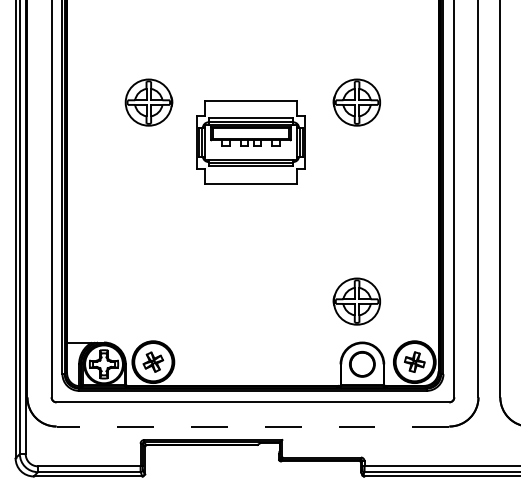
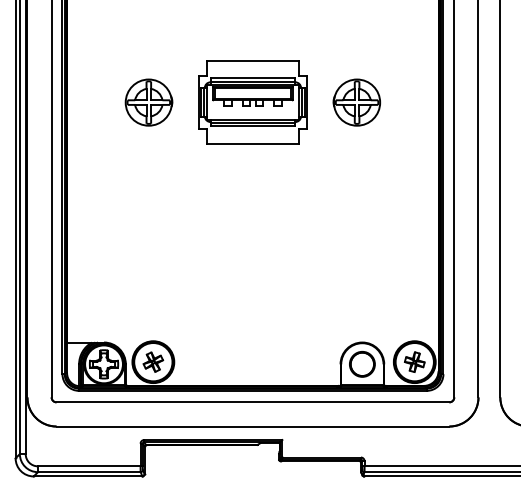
part at (250, 142) position: (250, 142) -> (252, 102)
part at (356, 301): present -> none
line at (252, 426): dashed -> solid
